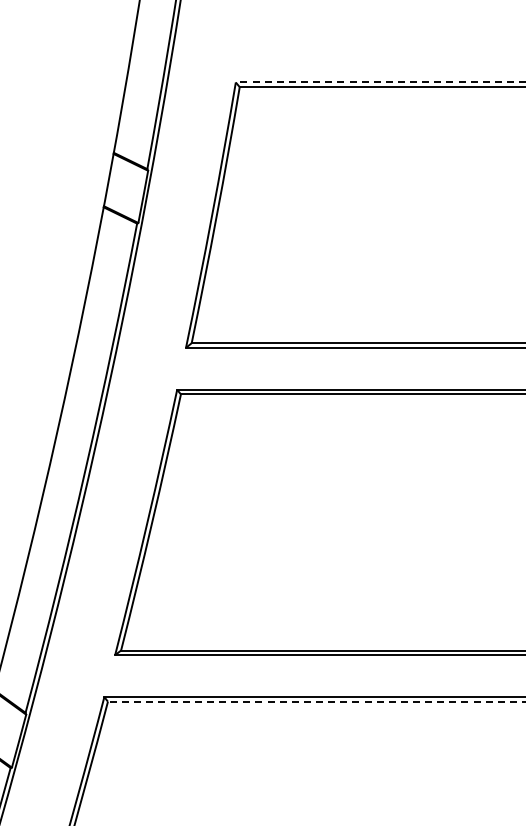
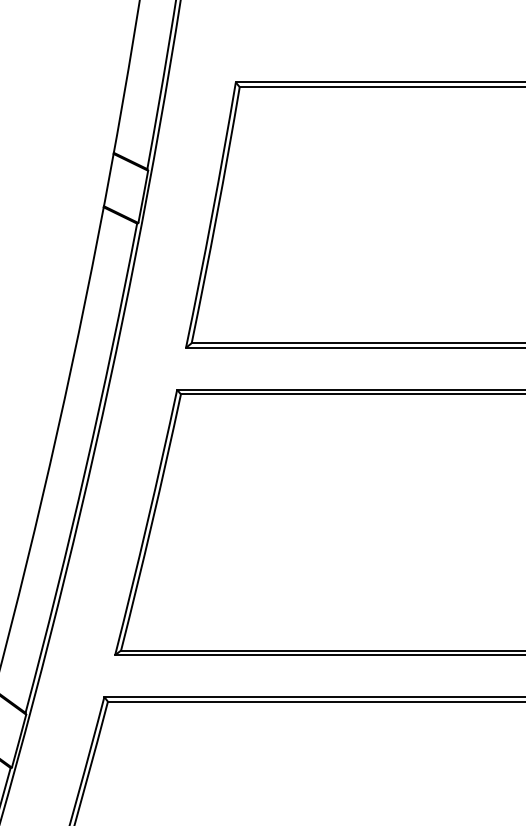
line at (380, 82): dashed -> solid
line at (316, 701): dashed -> solid
